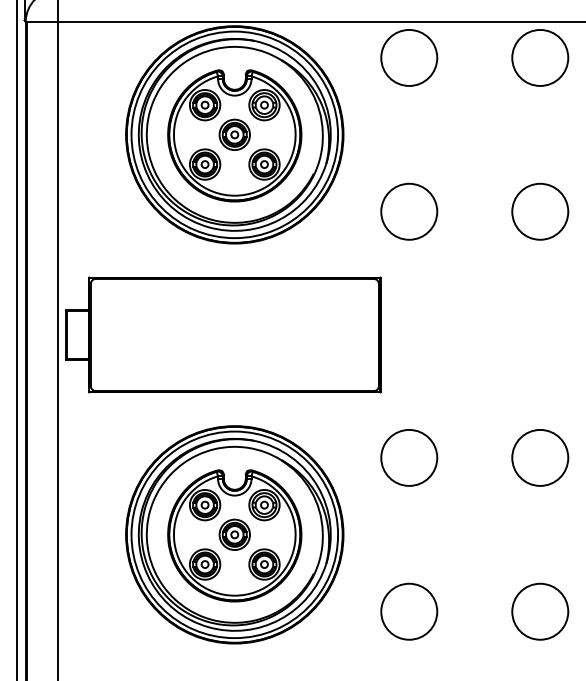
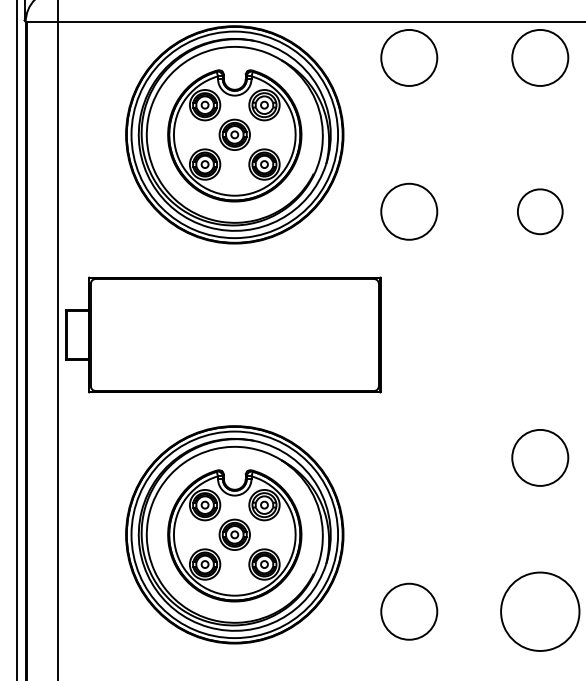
circle at (540, 211) diameter: 56 px -> 45 px
circle at (409, 457): present -> none
circle at (540, 611) diameter: 56 px -> 78 px
